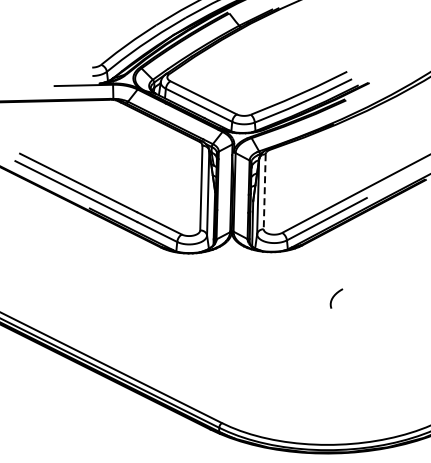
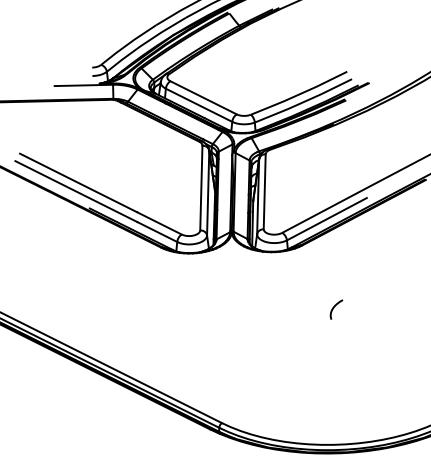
line at (264, 192): dashed -> solid
curve at (334, 297) position: (334, 297) -> (334, 308)
